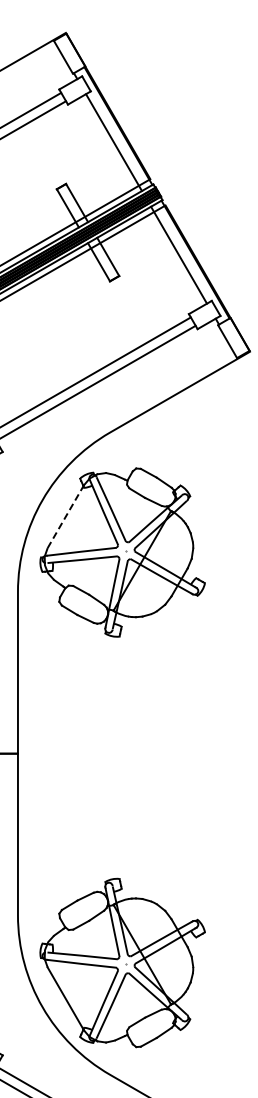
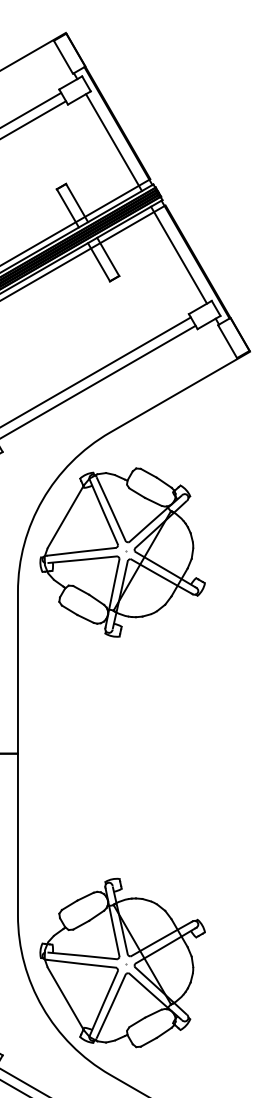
line at (66, 516): dashed -> solid
